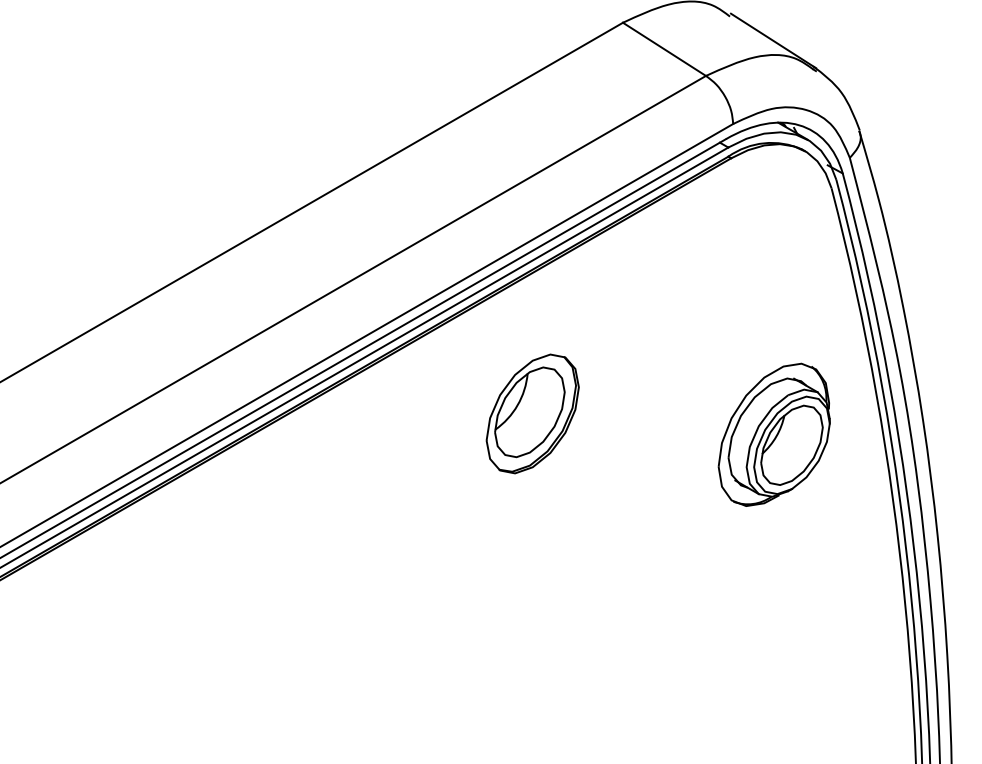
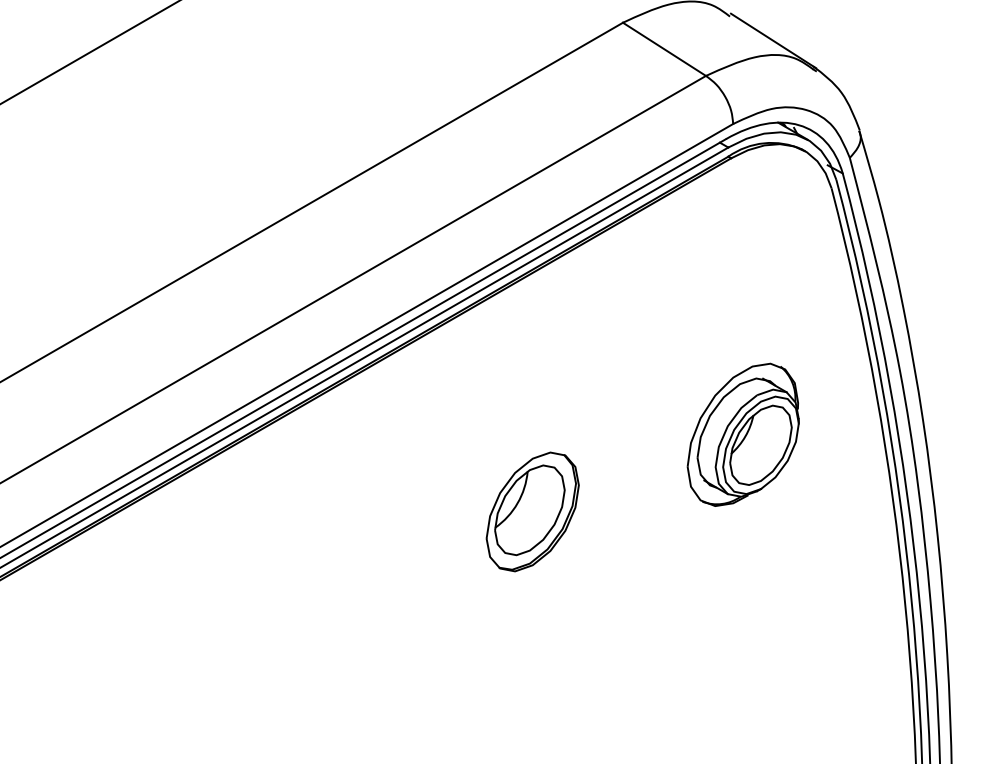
line at (89, 52): none -> present
part at (532, 413) position: (532, 413) -> (532, 511)
part at (773, 434) position: (773, 434) -> (742, 434)
